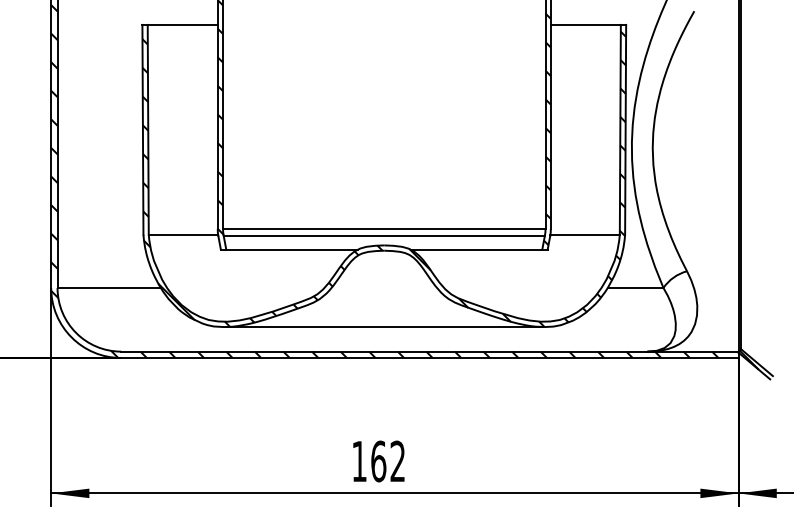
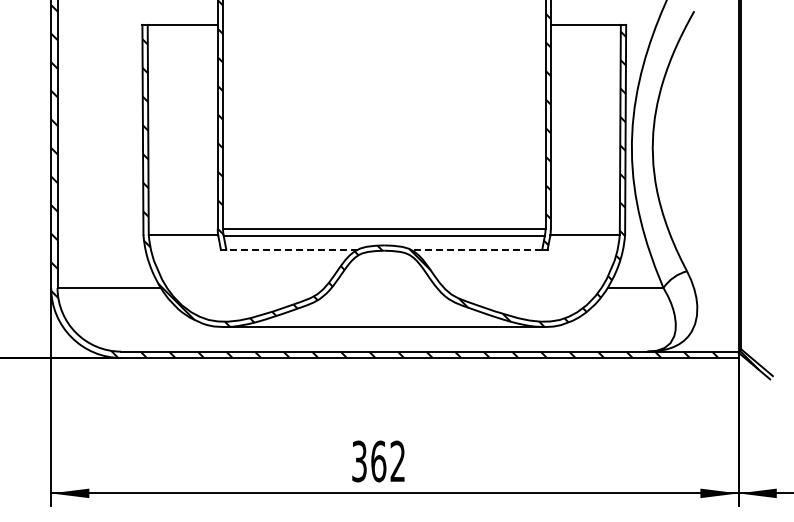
line at (292, 249): solid -> dashed
line at (476, 249): solid -> dashed
text at (359, 461): 162 -> 362
